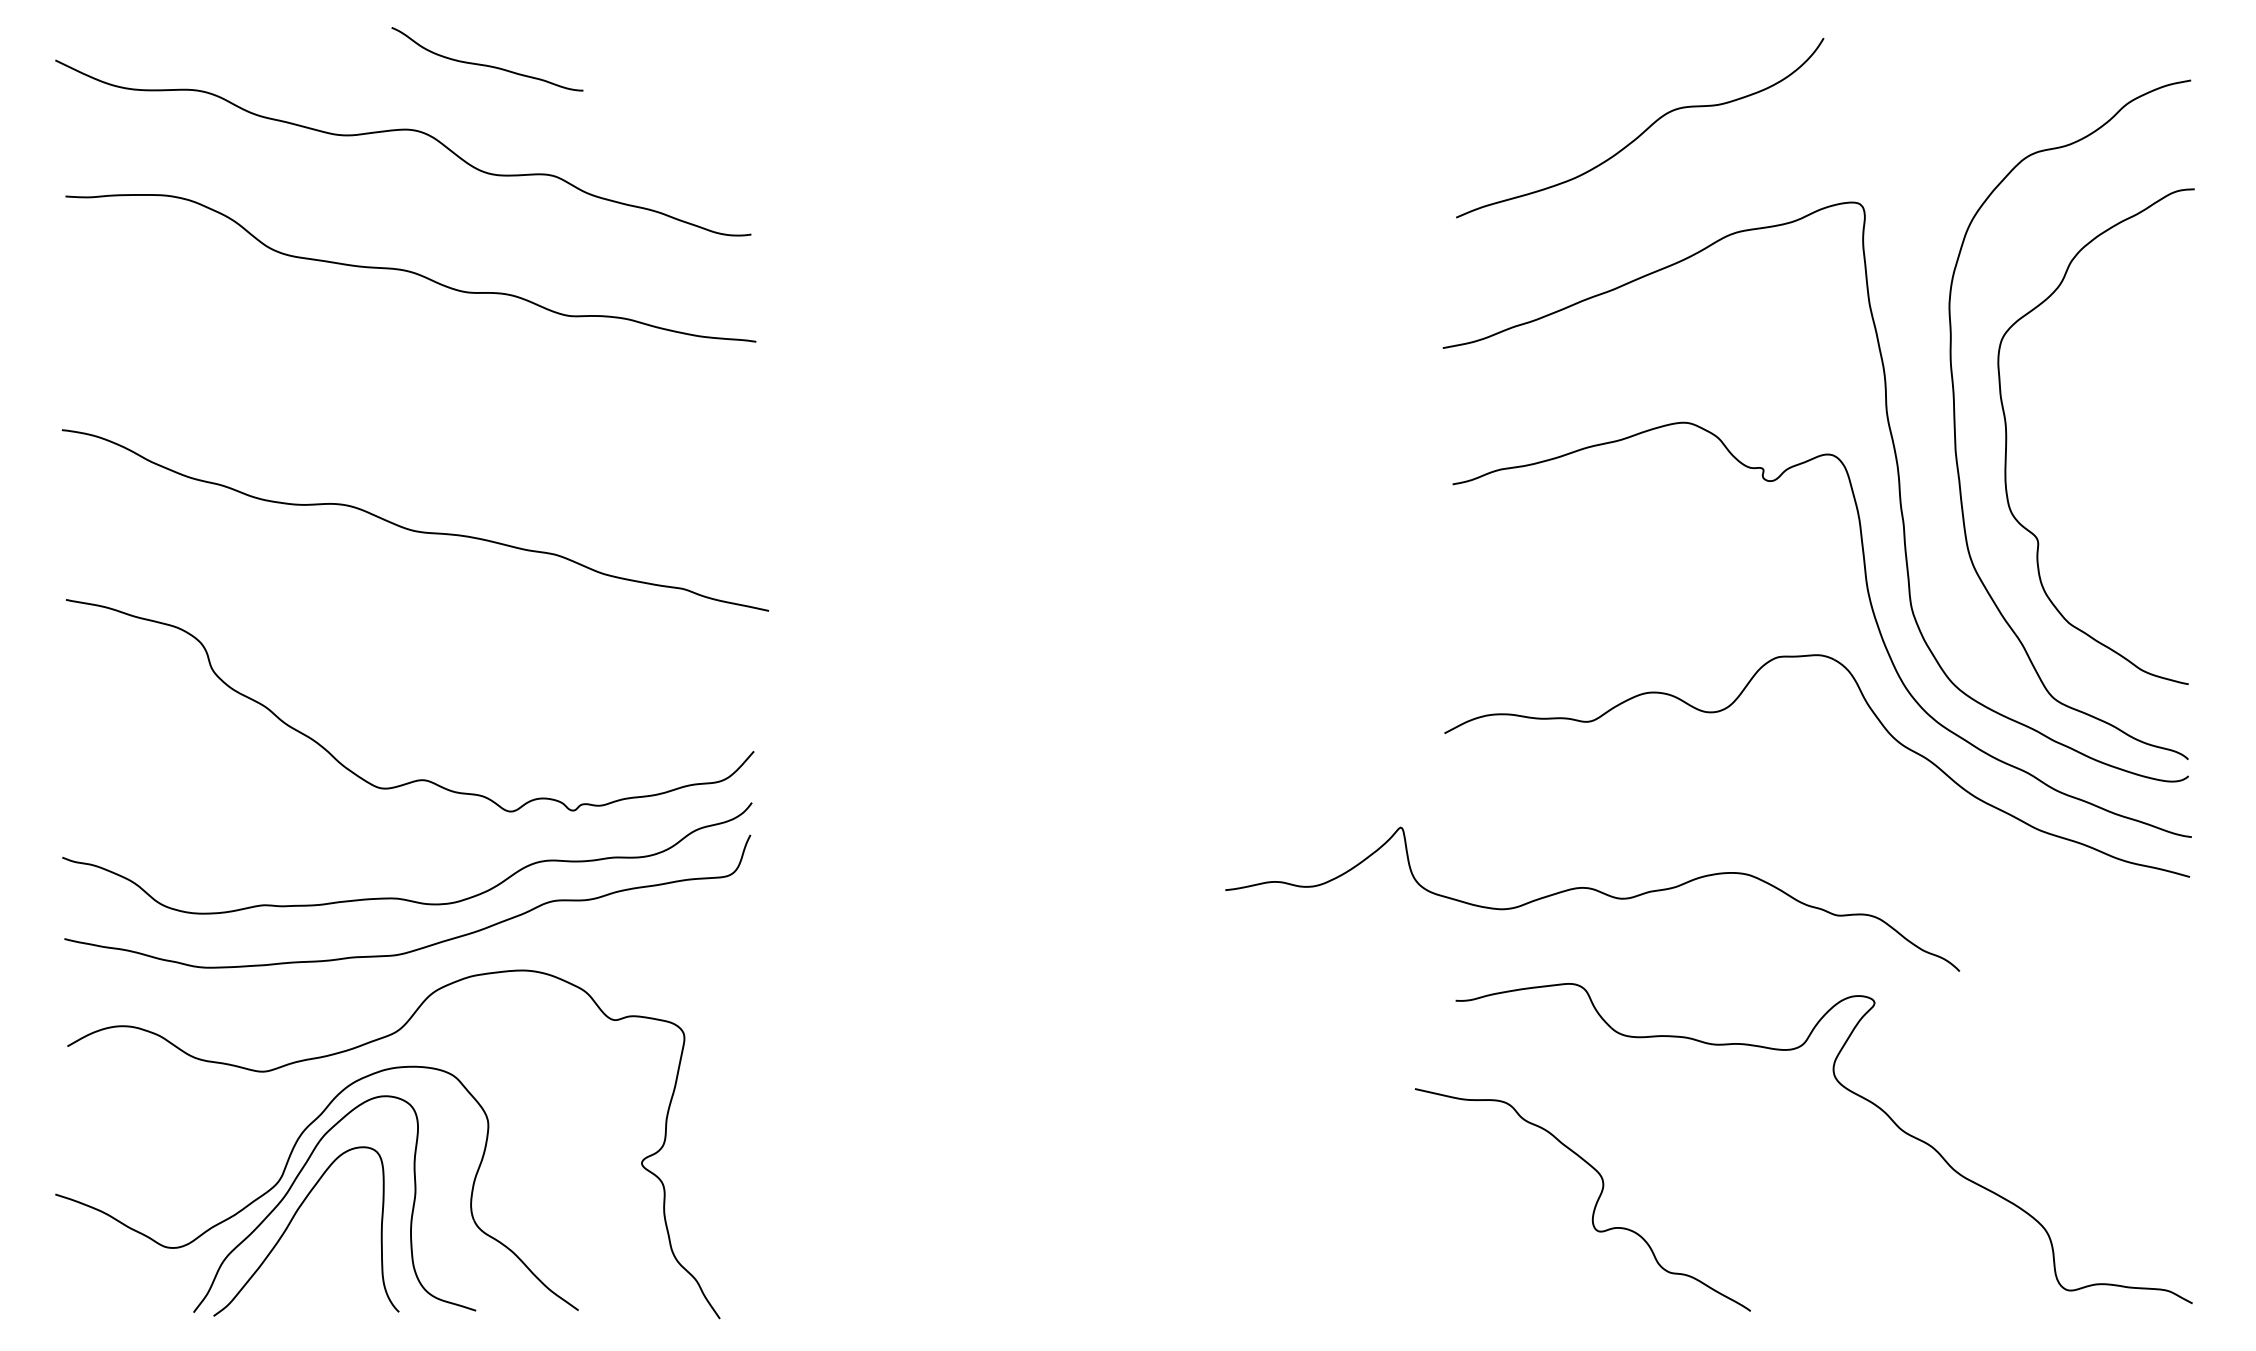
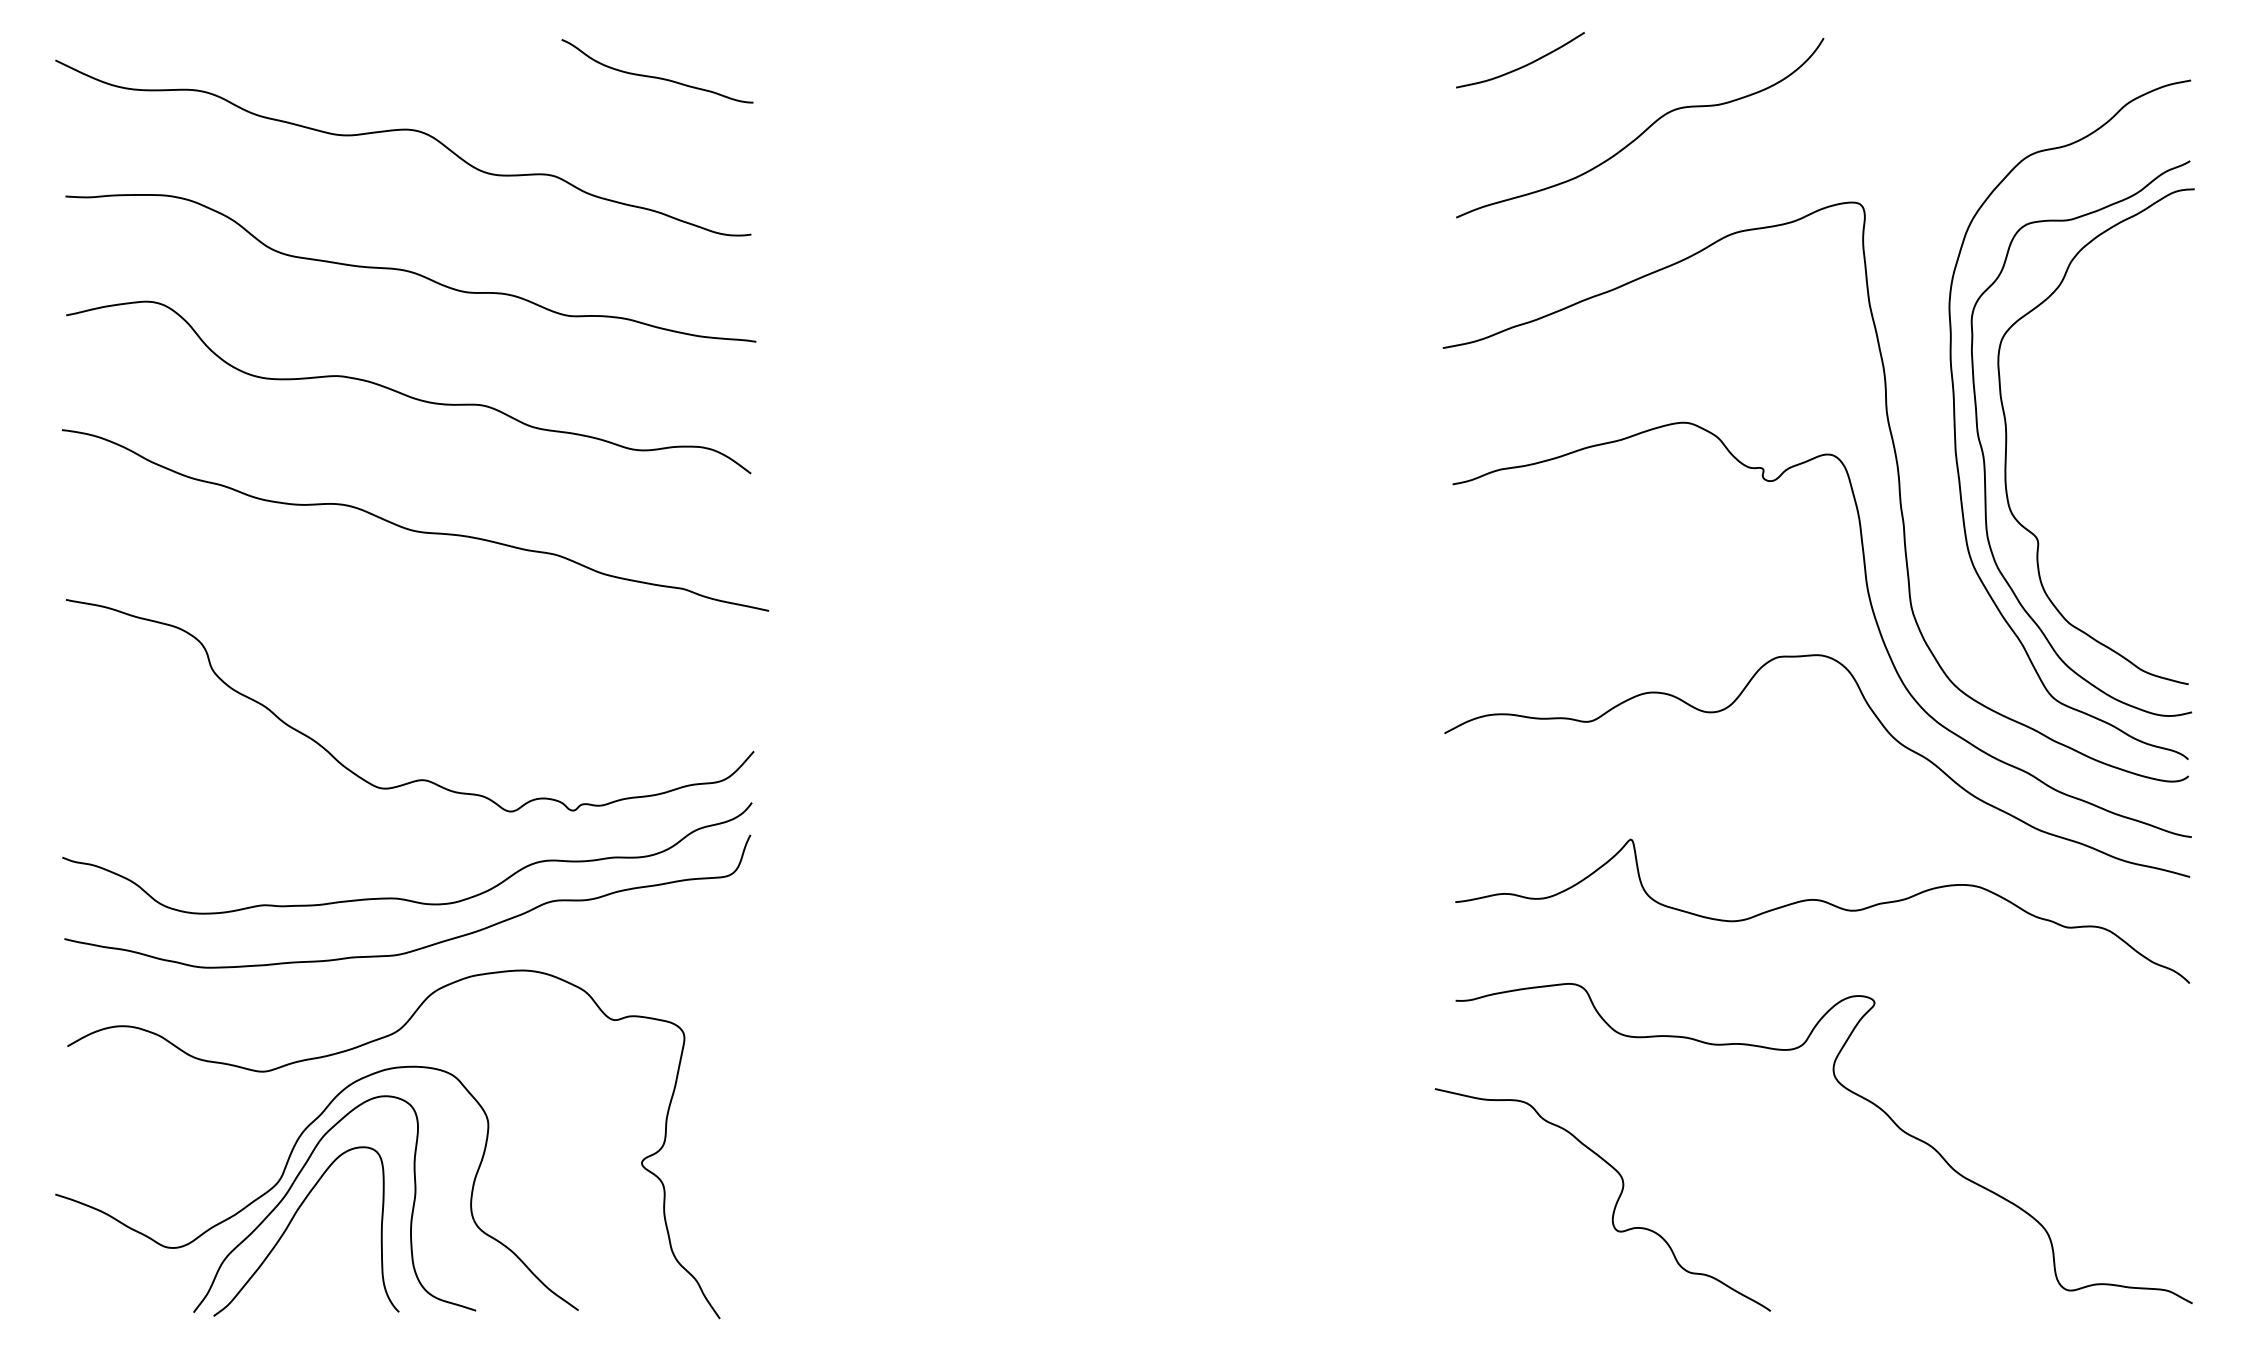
curve at (486, 64) position: (486, 64) -> (656, 76)
curve at (1523, 65): none -> present
curve at (404, 393): none -> present
curve at (1984, 455): none -> present
curve at (1592, 890) position: (1592, 890) -> (1822, 902)
curve at (1595, 1203) position: (1595, 1203) -> (1615, 1203)
